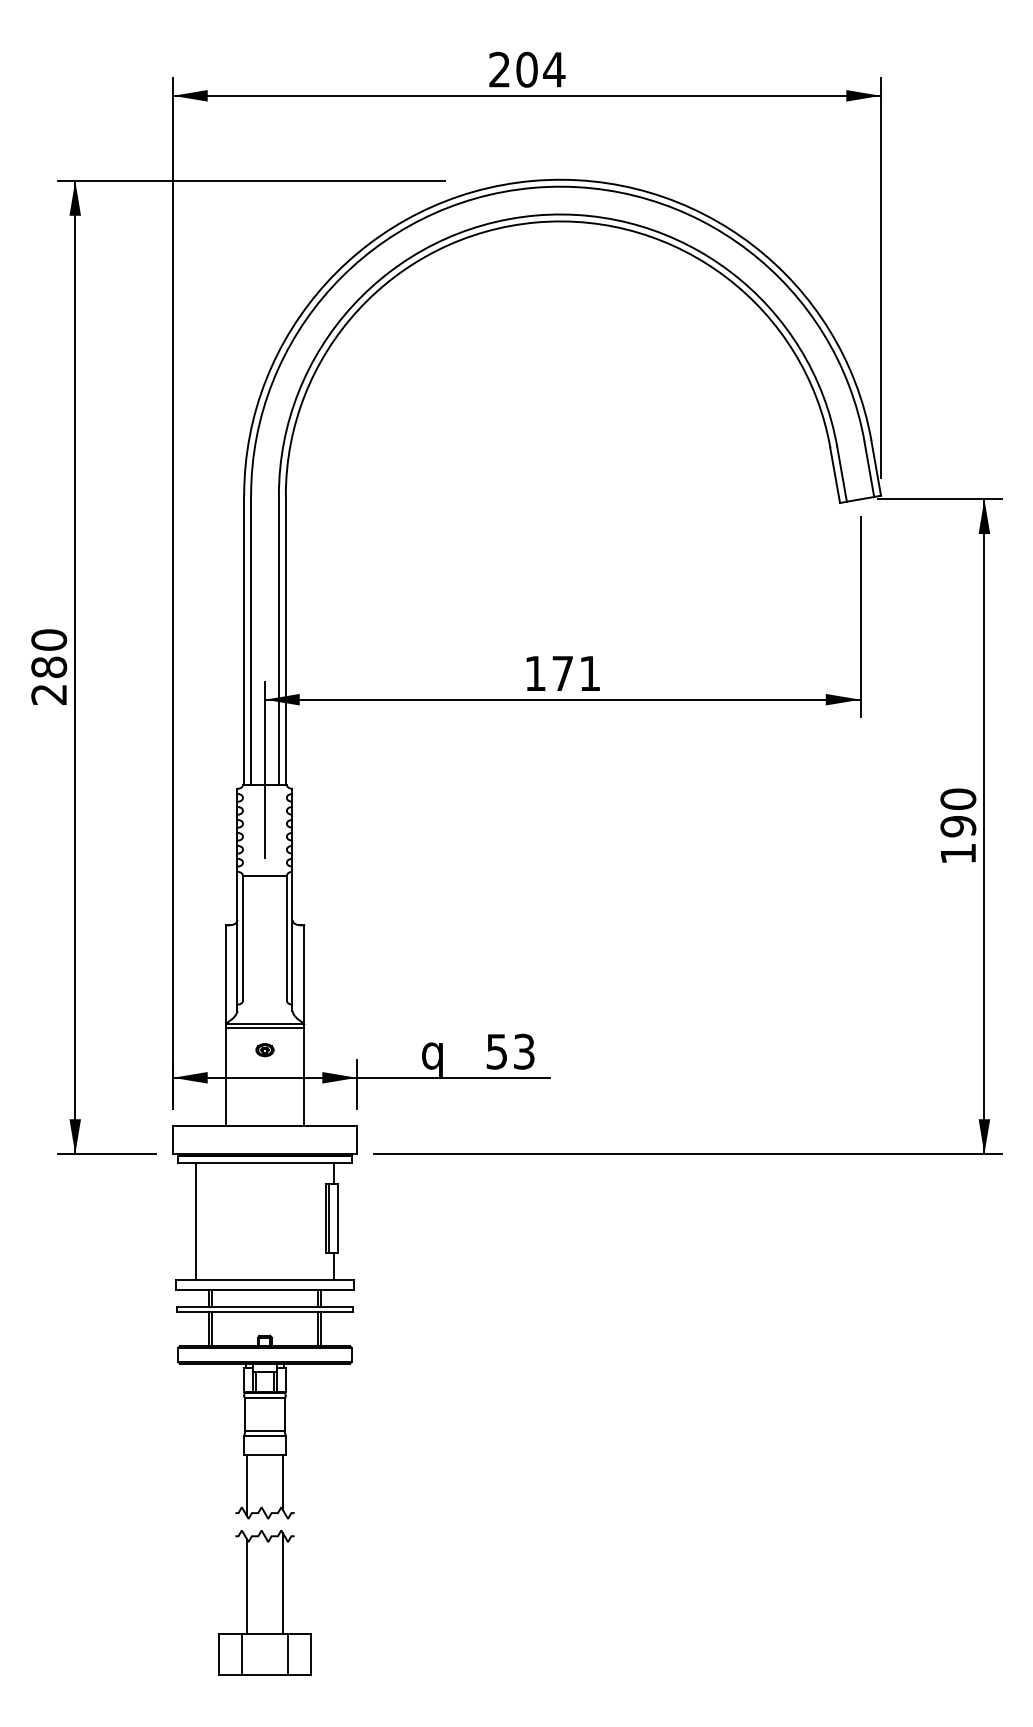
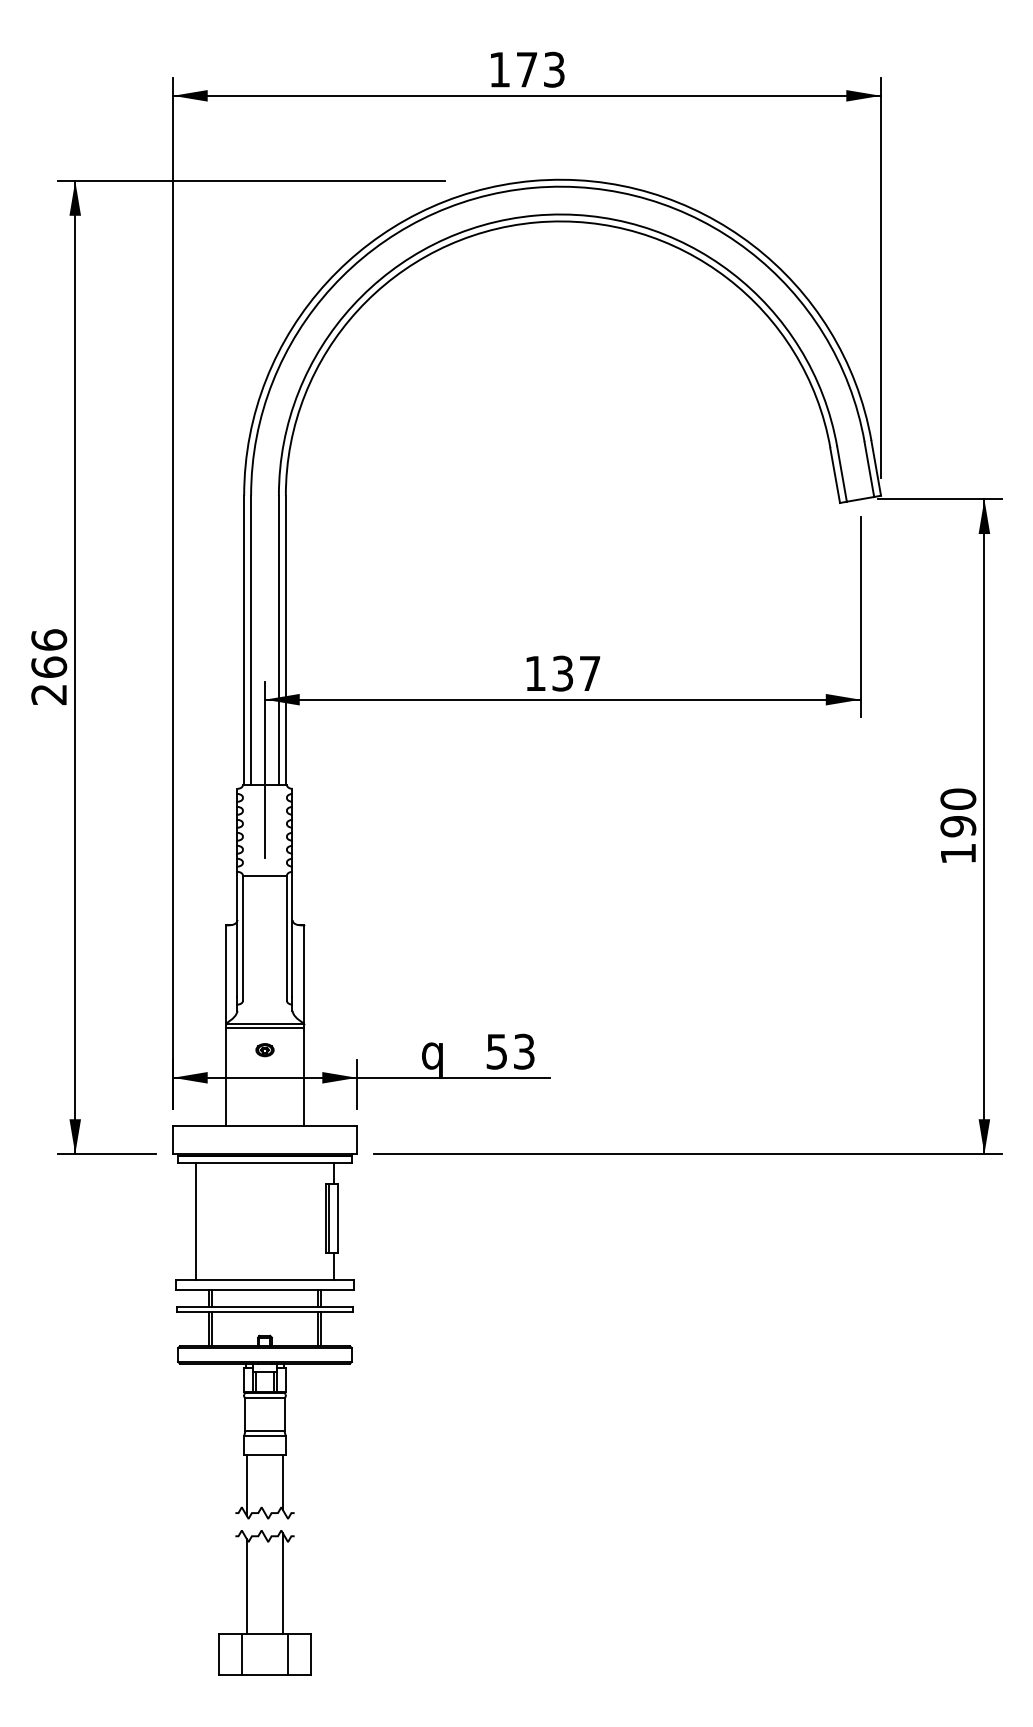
text at (527, 69): 204 -> 173
text at (49, 653): 280 -> 266
text at (576, 673): 171 -> 137
